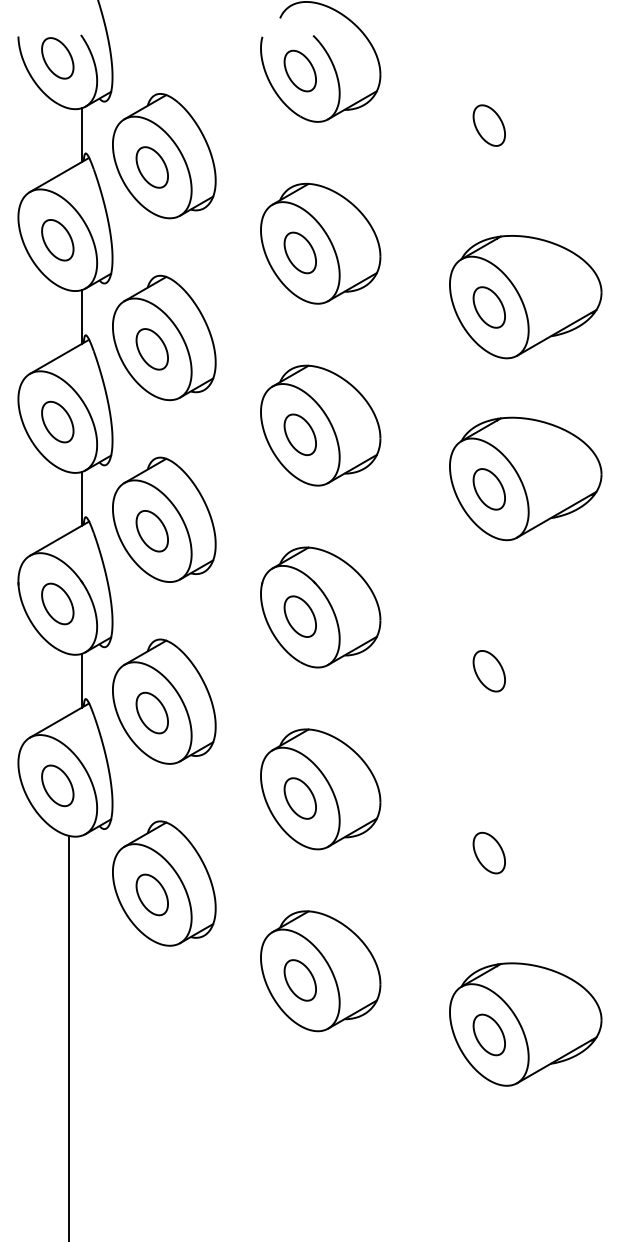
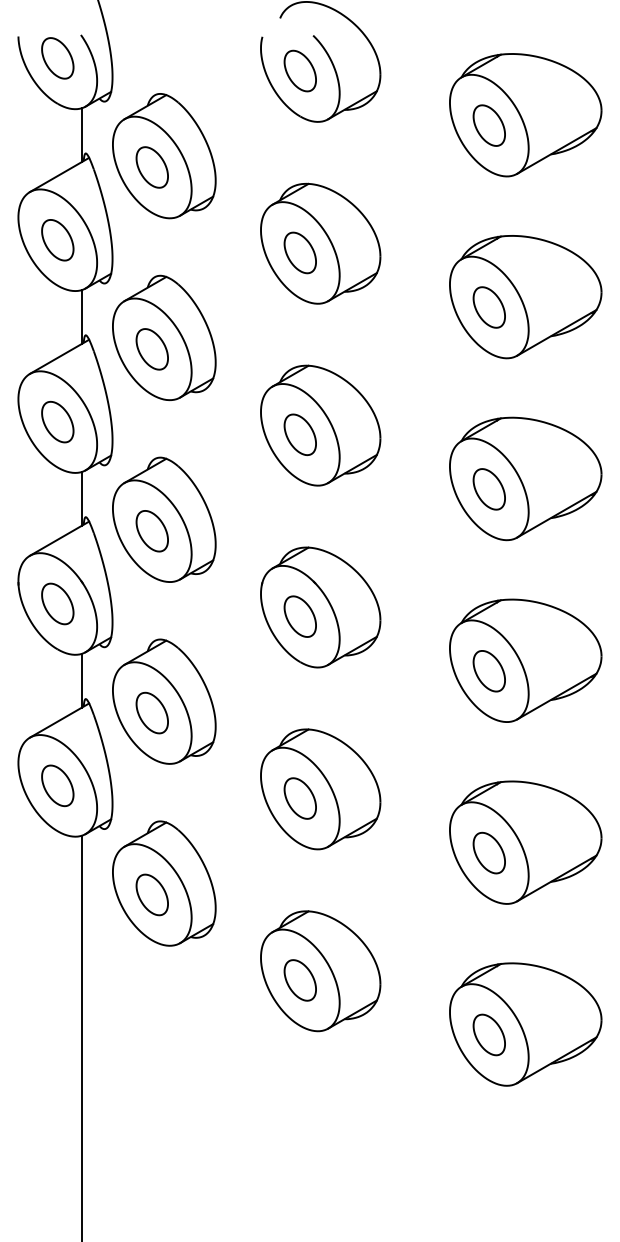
part at (525, 115): none -> present
part at (525, 660): none -> present
part at (525, 842): none -> present
line at (69, 1036) position: (69, 1036) -> (82, 1036)
